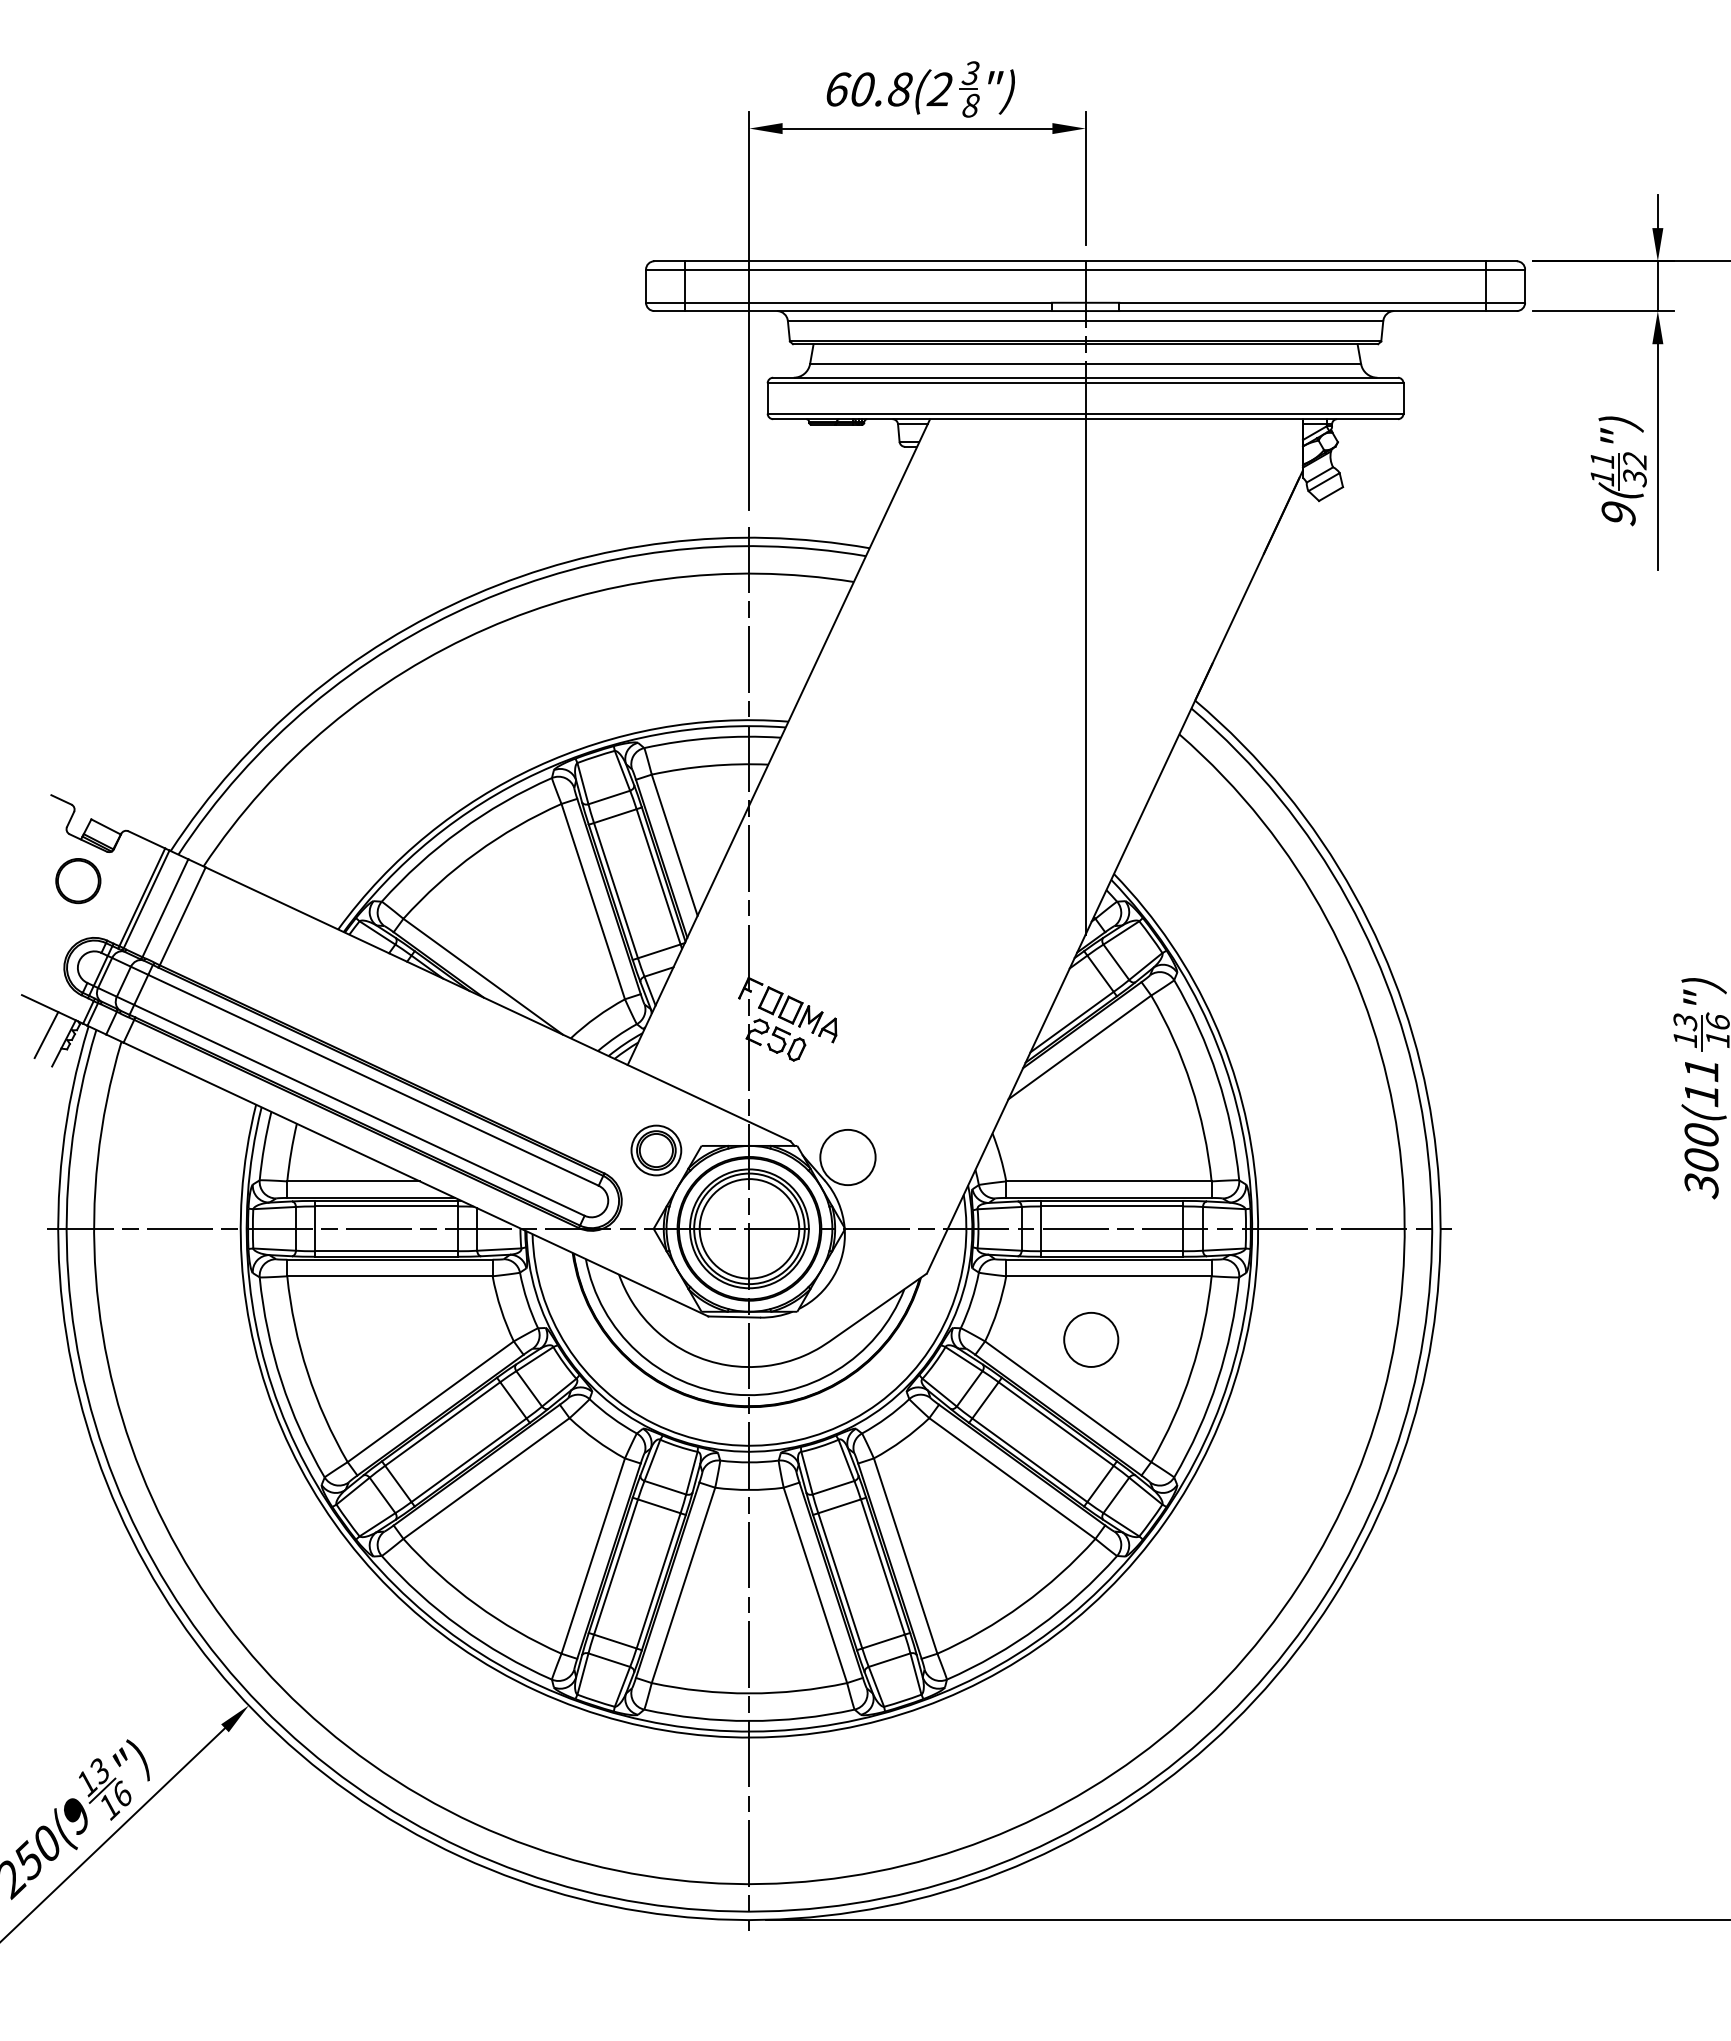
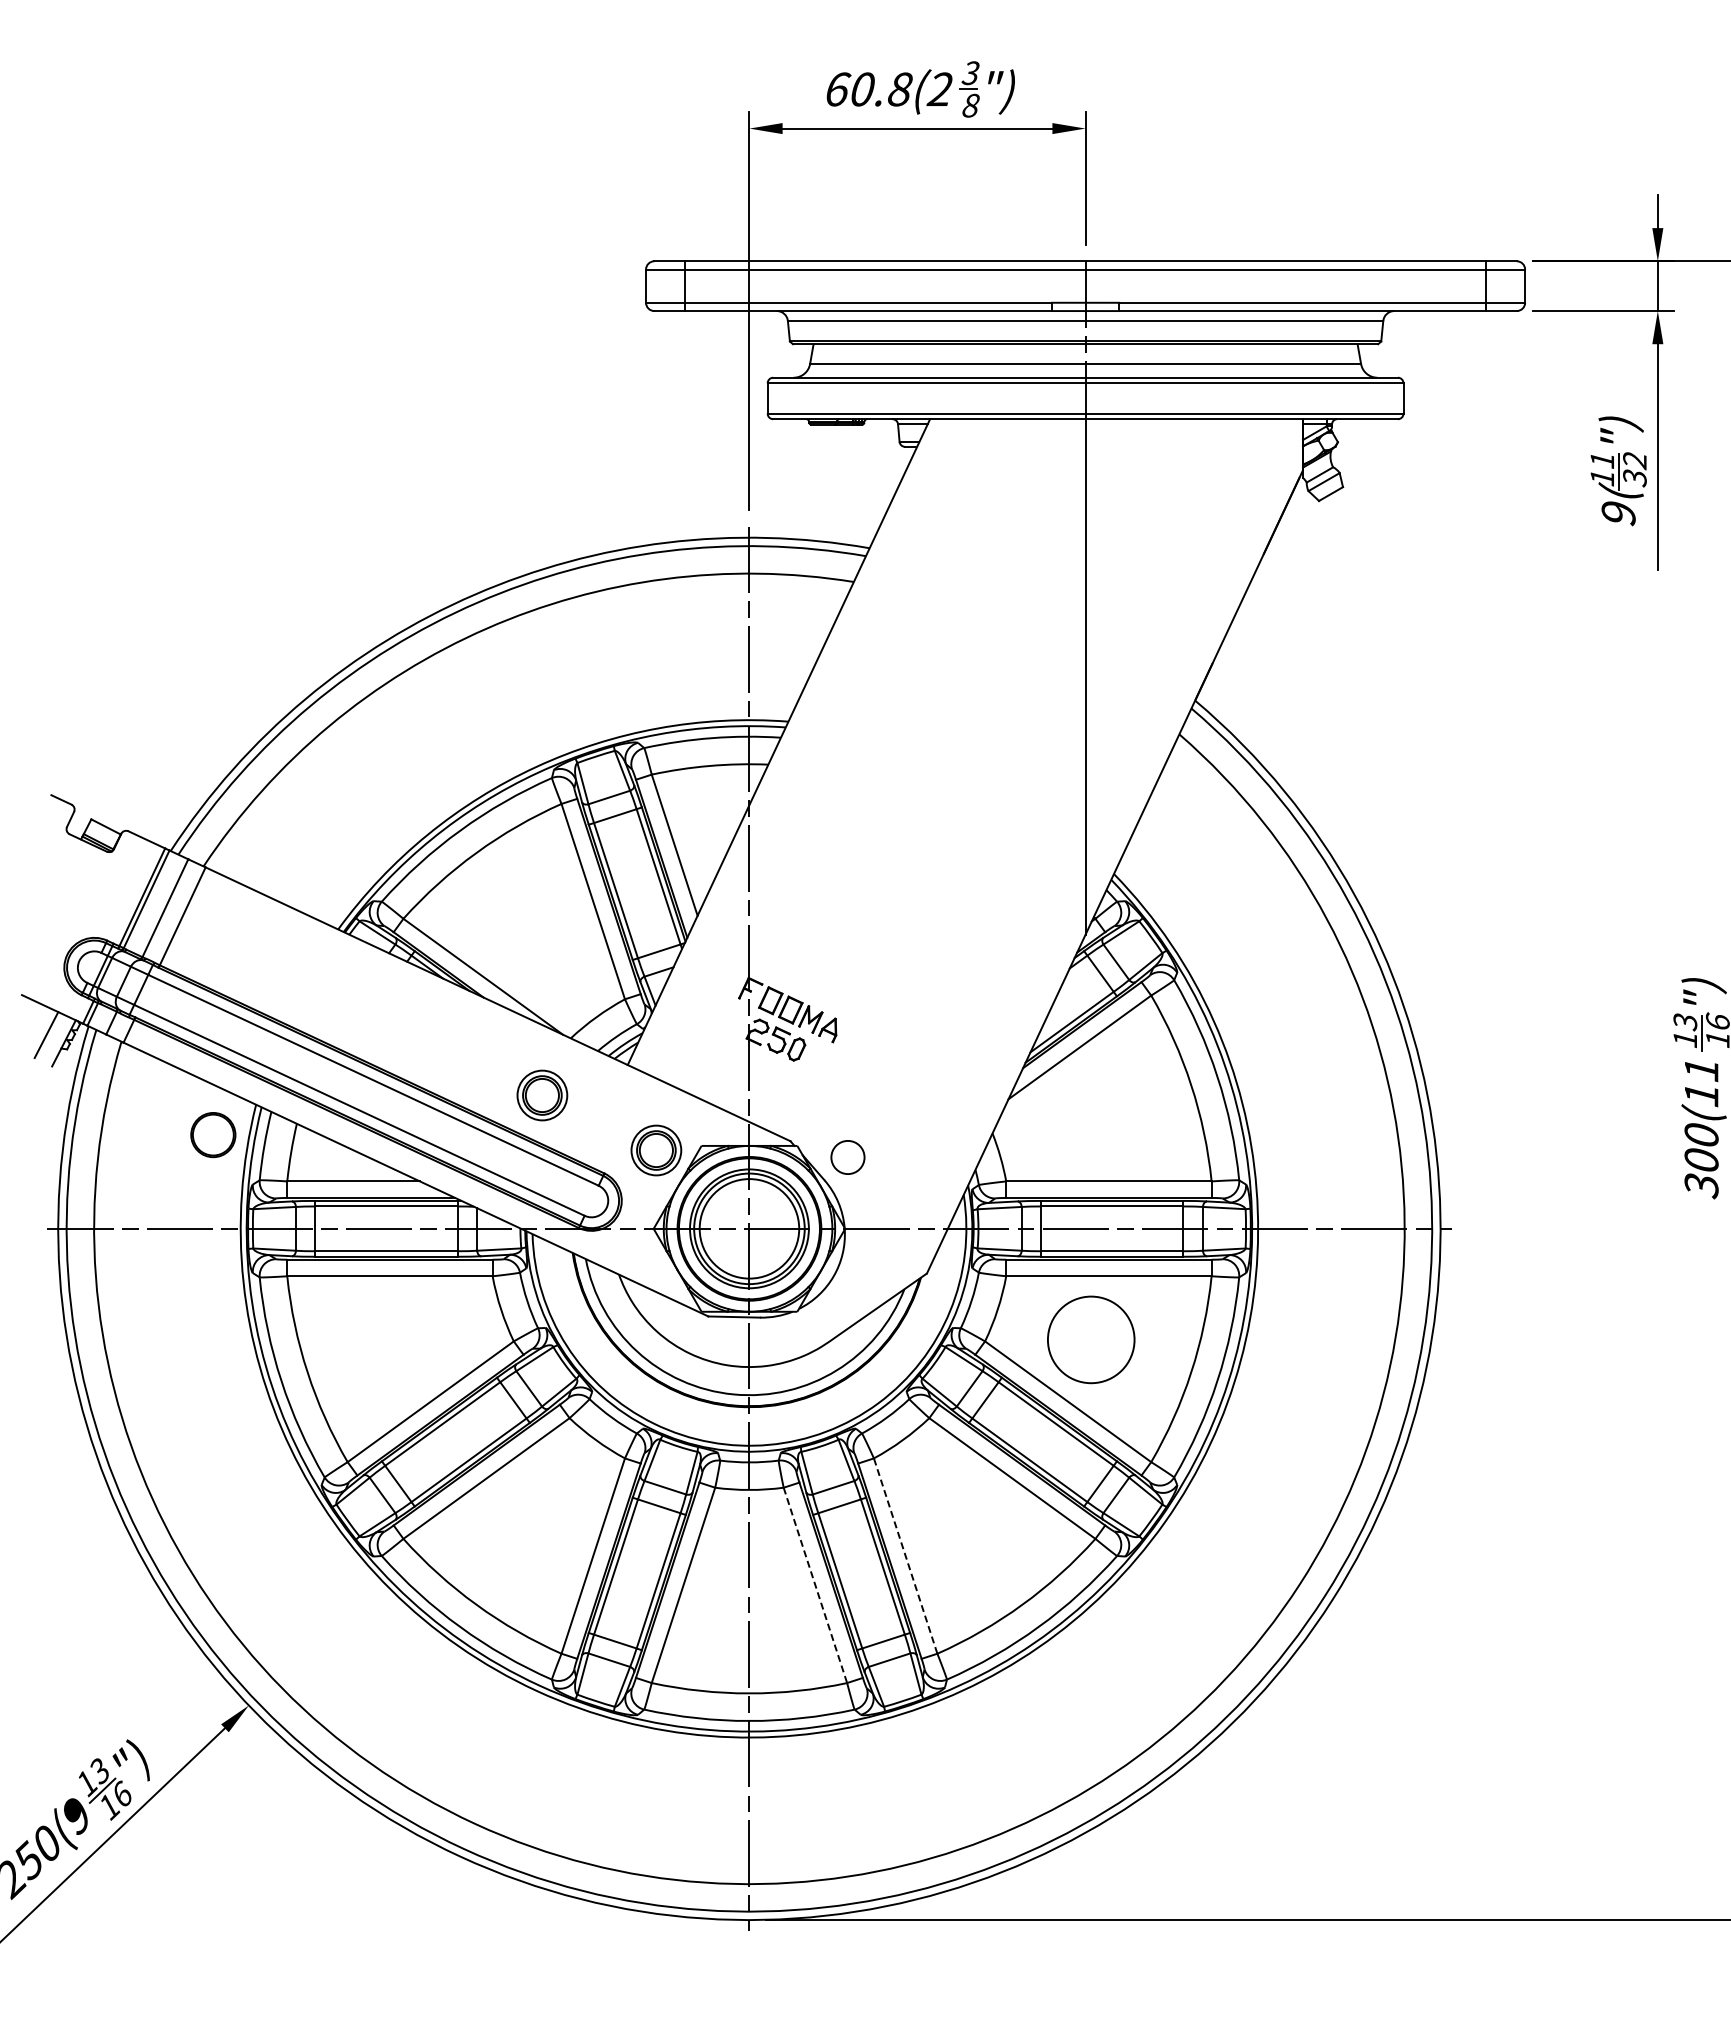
part at (78, 881) position: (78, 881) -> (213, 1135)
part at (542, 1095): none -> present
circle at (847, 1157) diameter: 55 px -> 33 px
circle at (1091, 1339) diameter: 54 px -> 87 px
line at (905, 1556): solid -> dashed
line at (815, 1585): solid -> dashed
